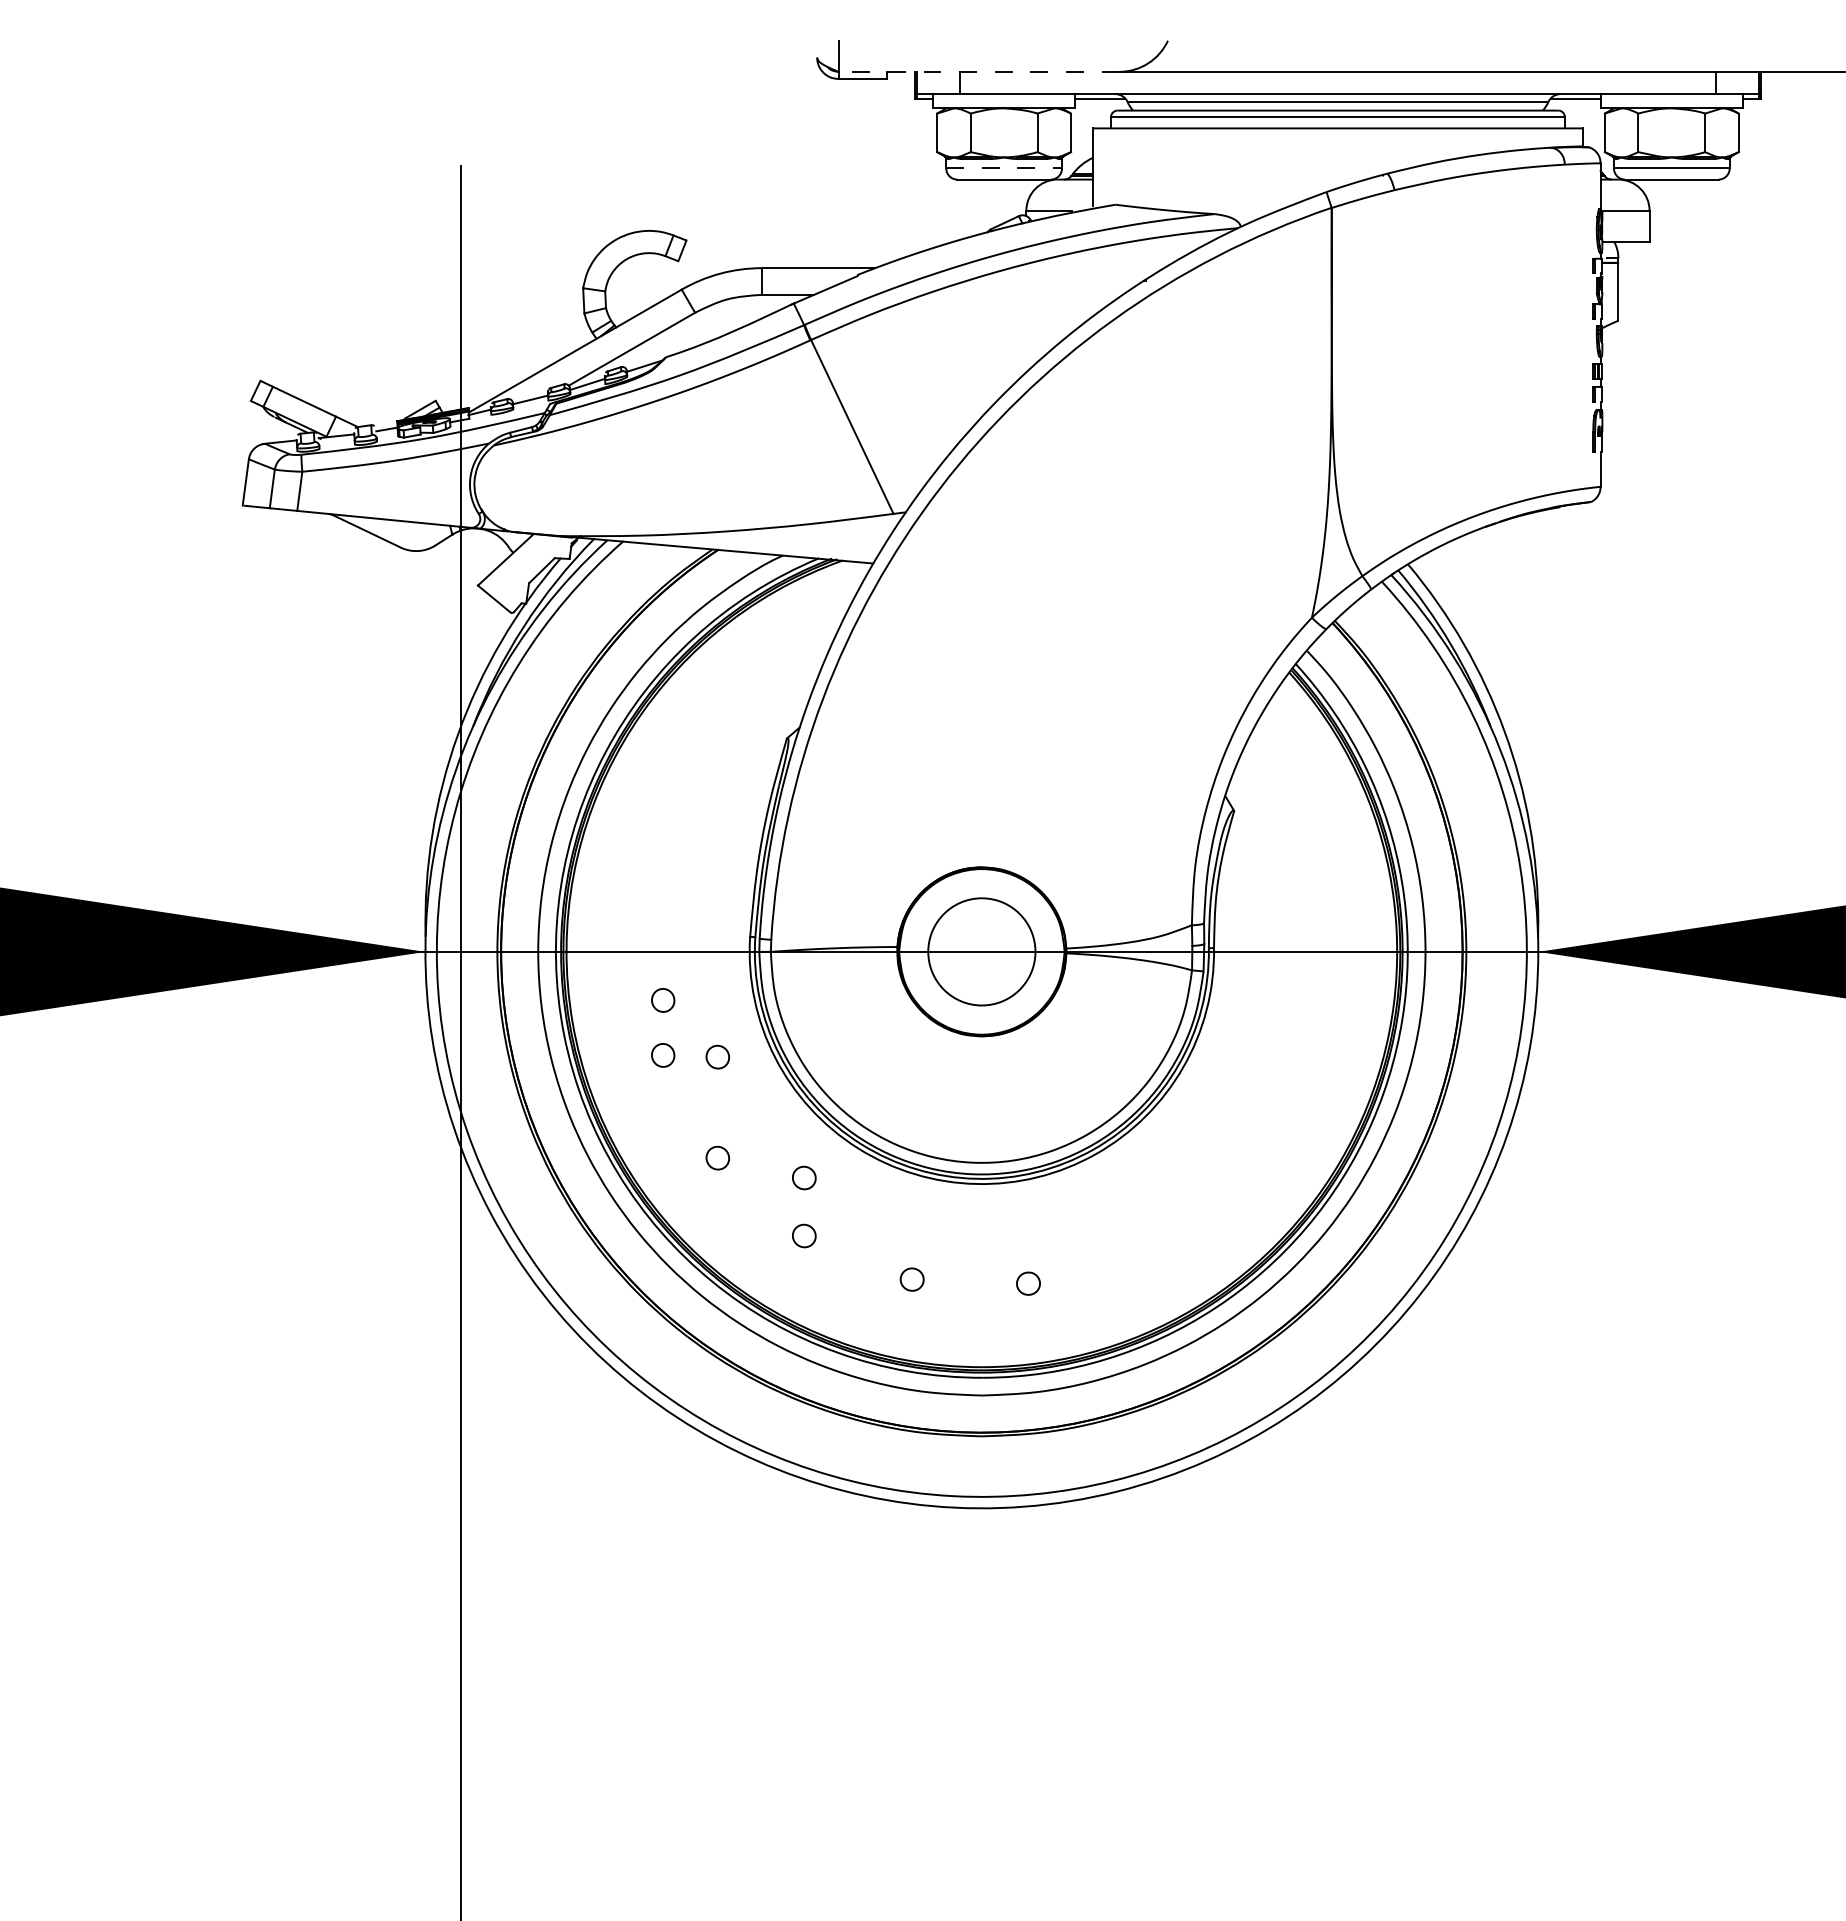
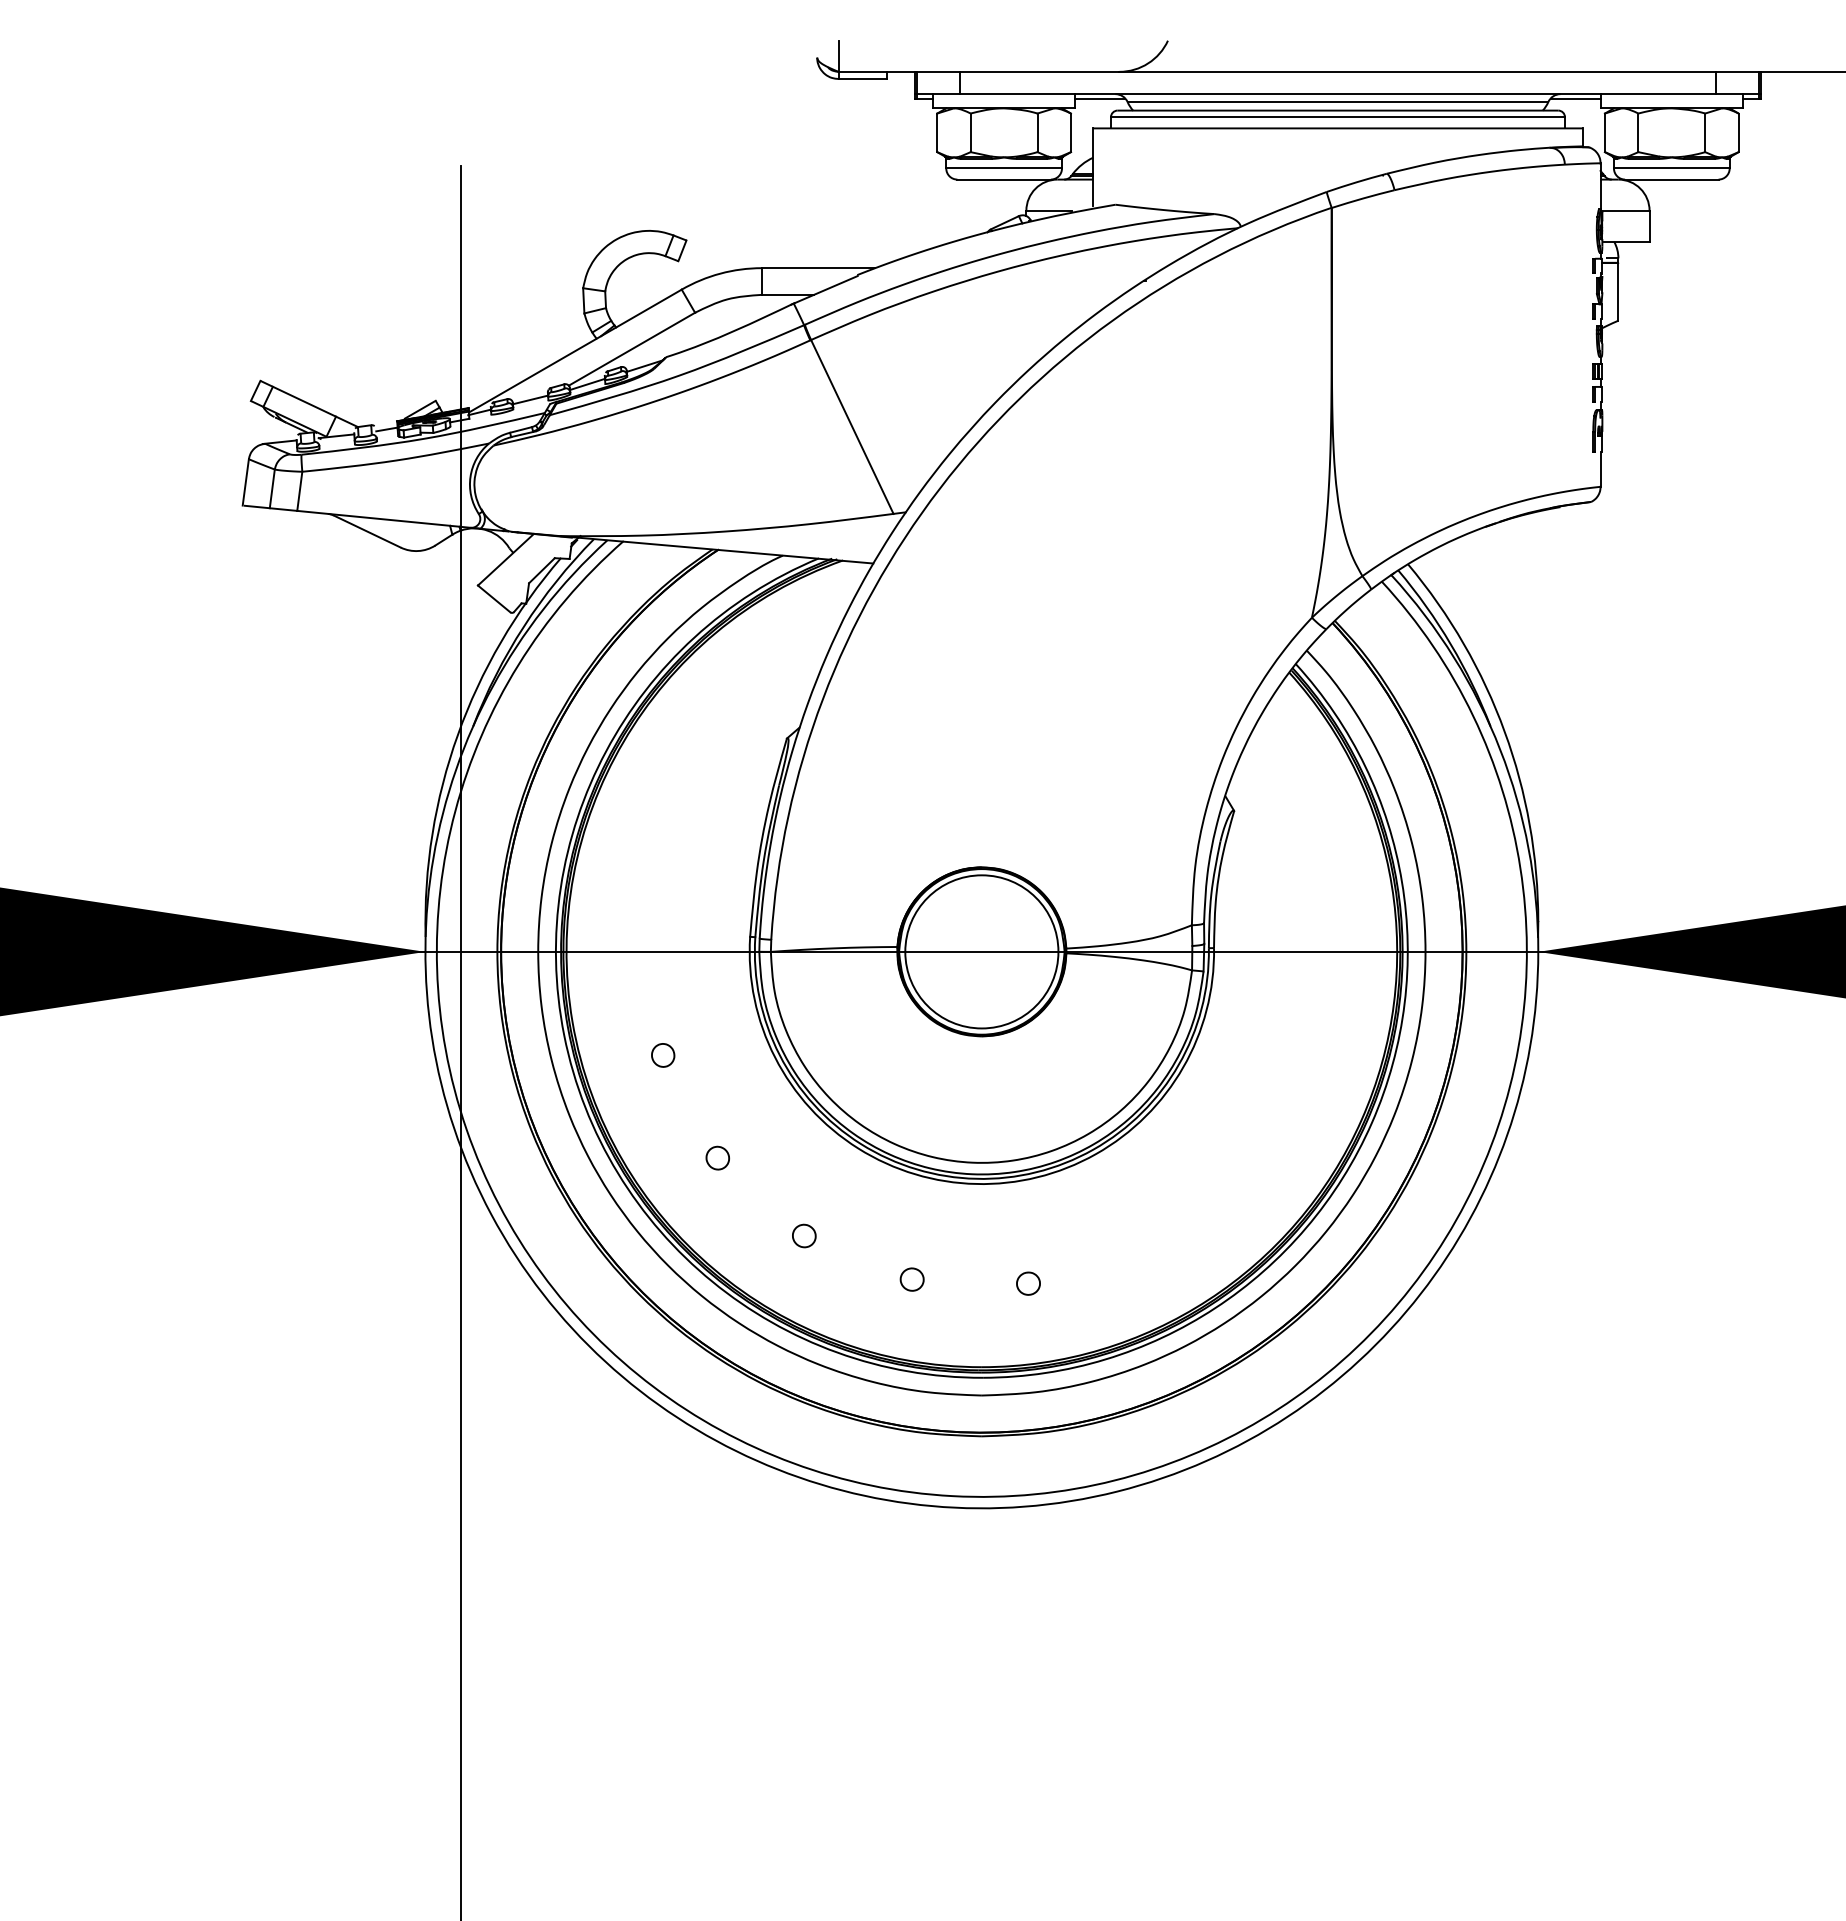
line at (978, 71): dashed -> solid
line at (1004, 168): dashed -> solid
circle at (981, 951) diameter: 107 px -> 153 px
part at (663, 1000): present -> none
part at (717, 1056): present -> none
part at (804, 1177): present -> none
